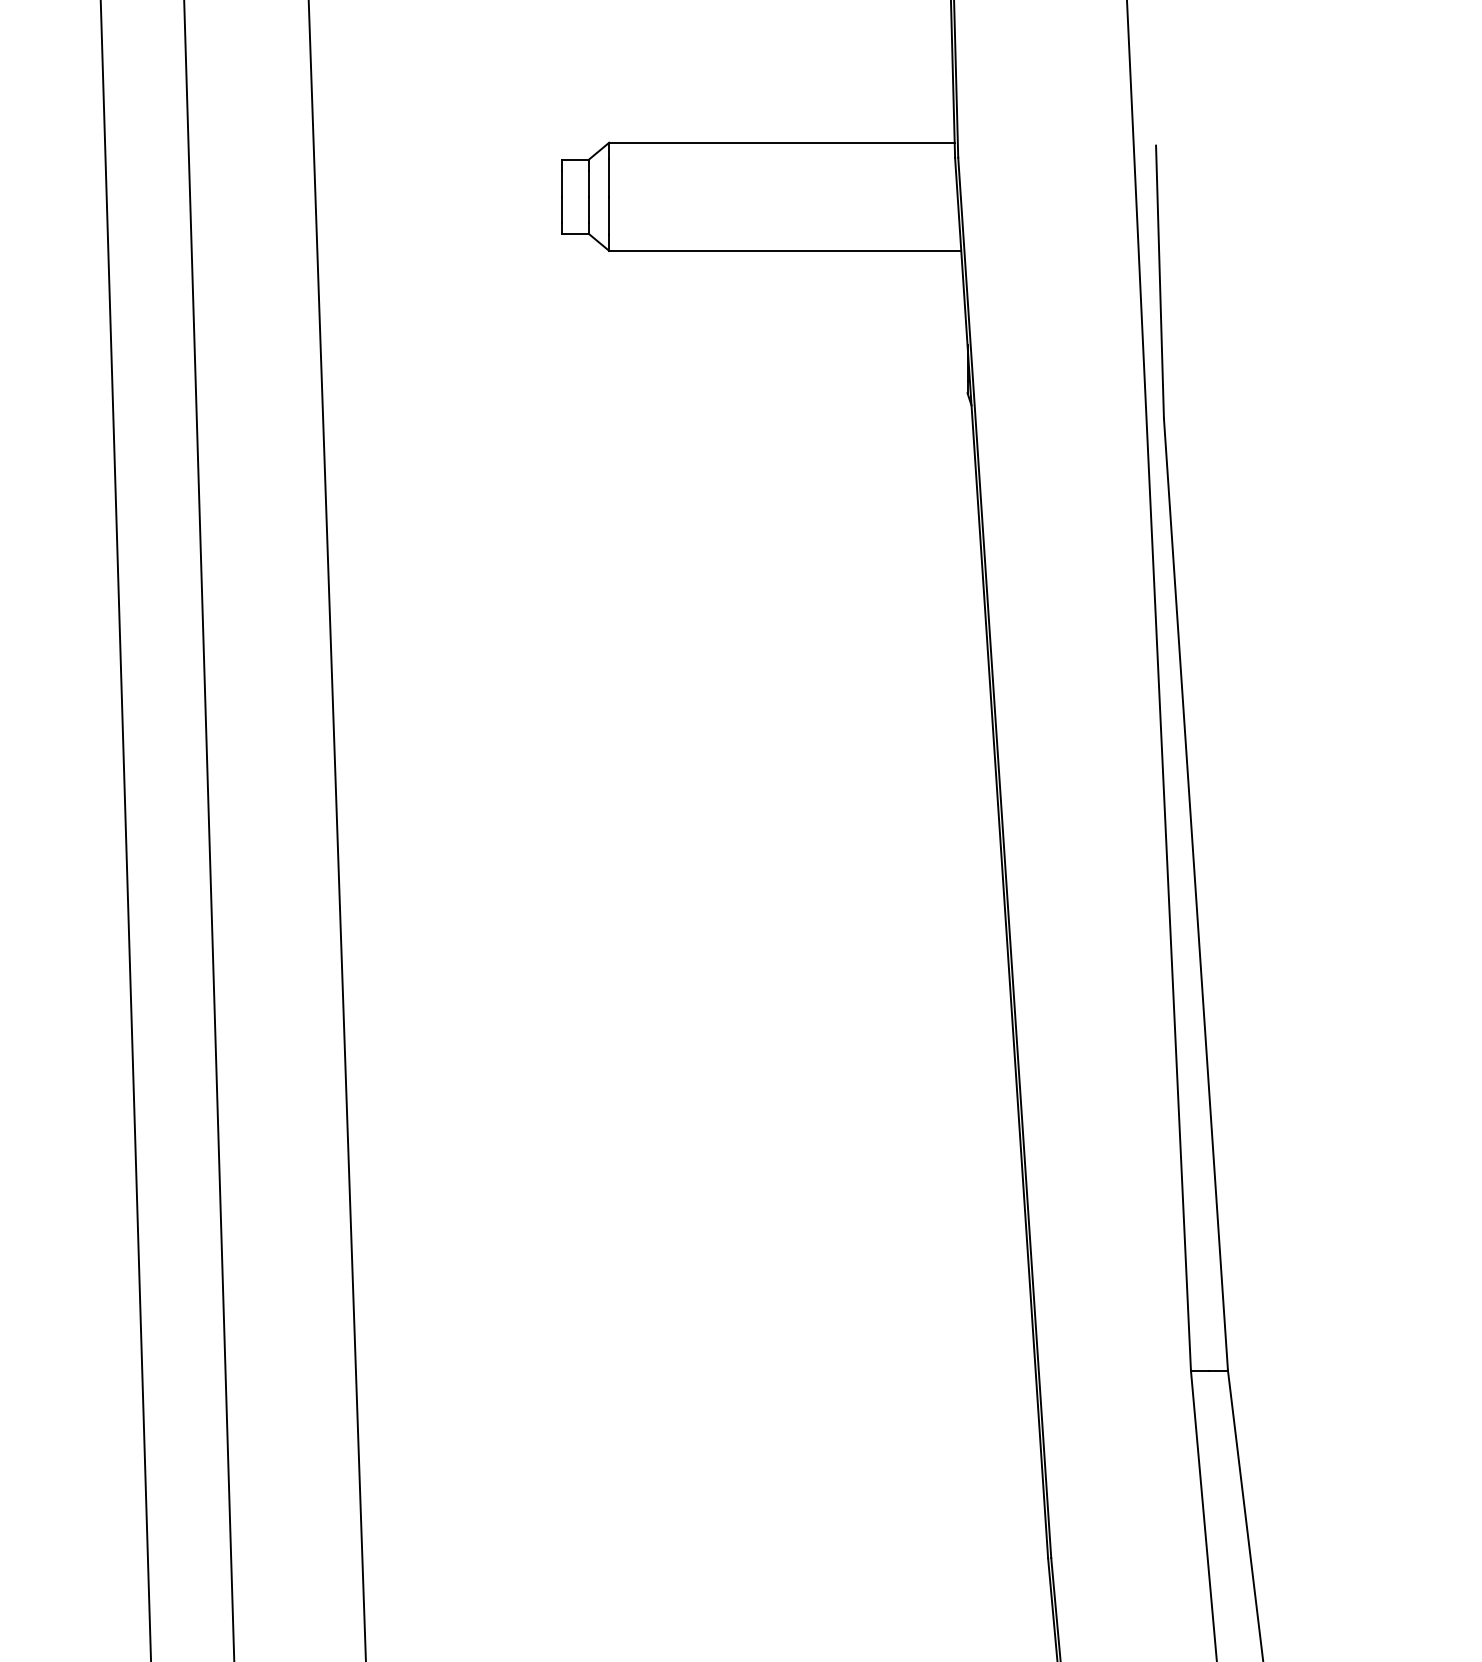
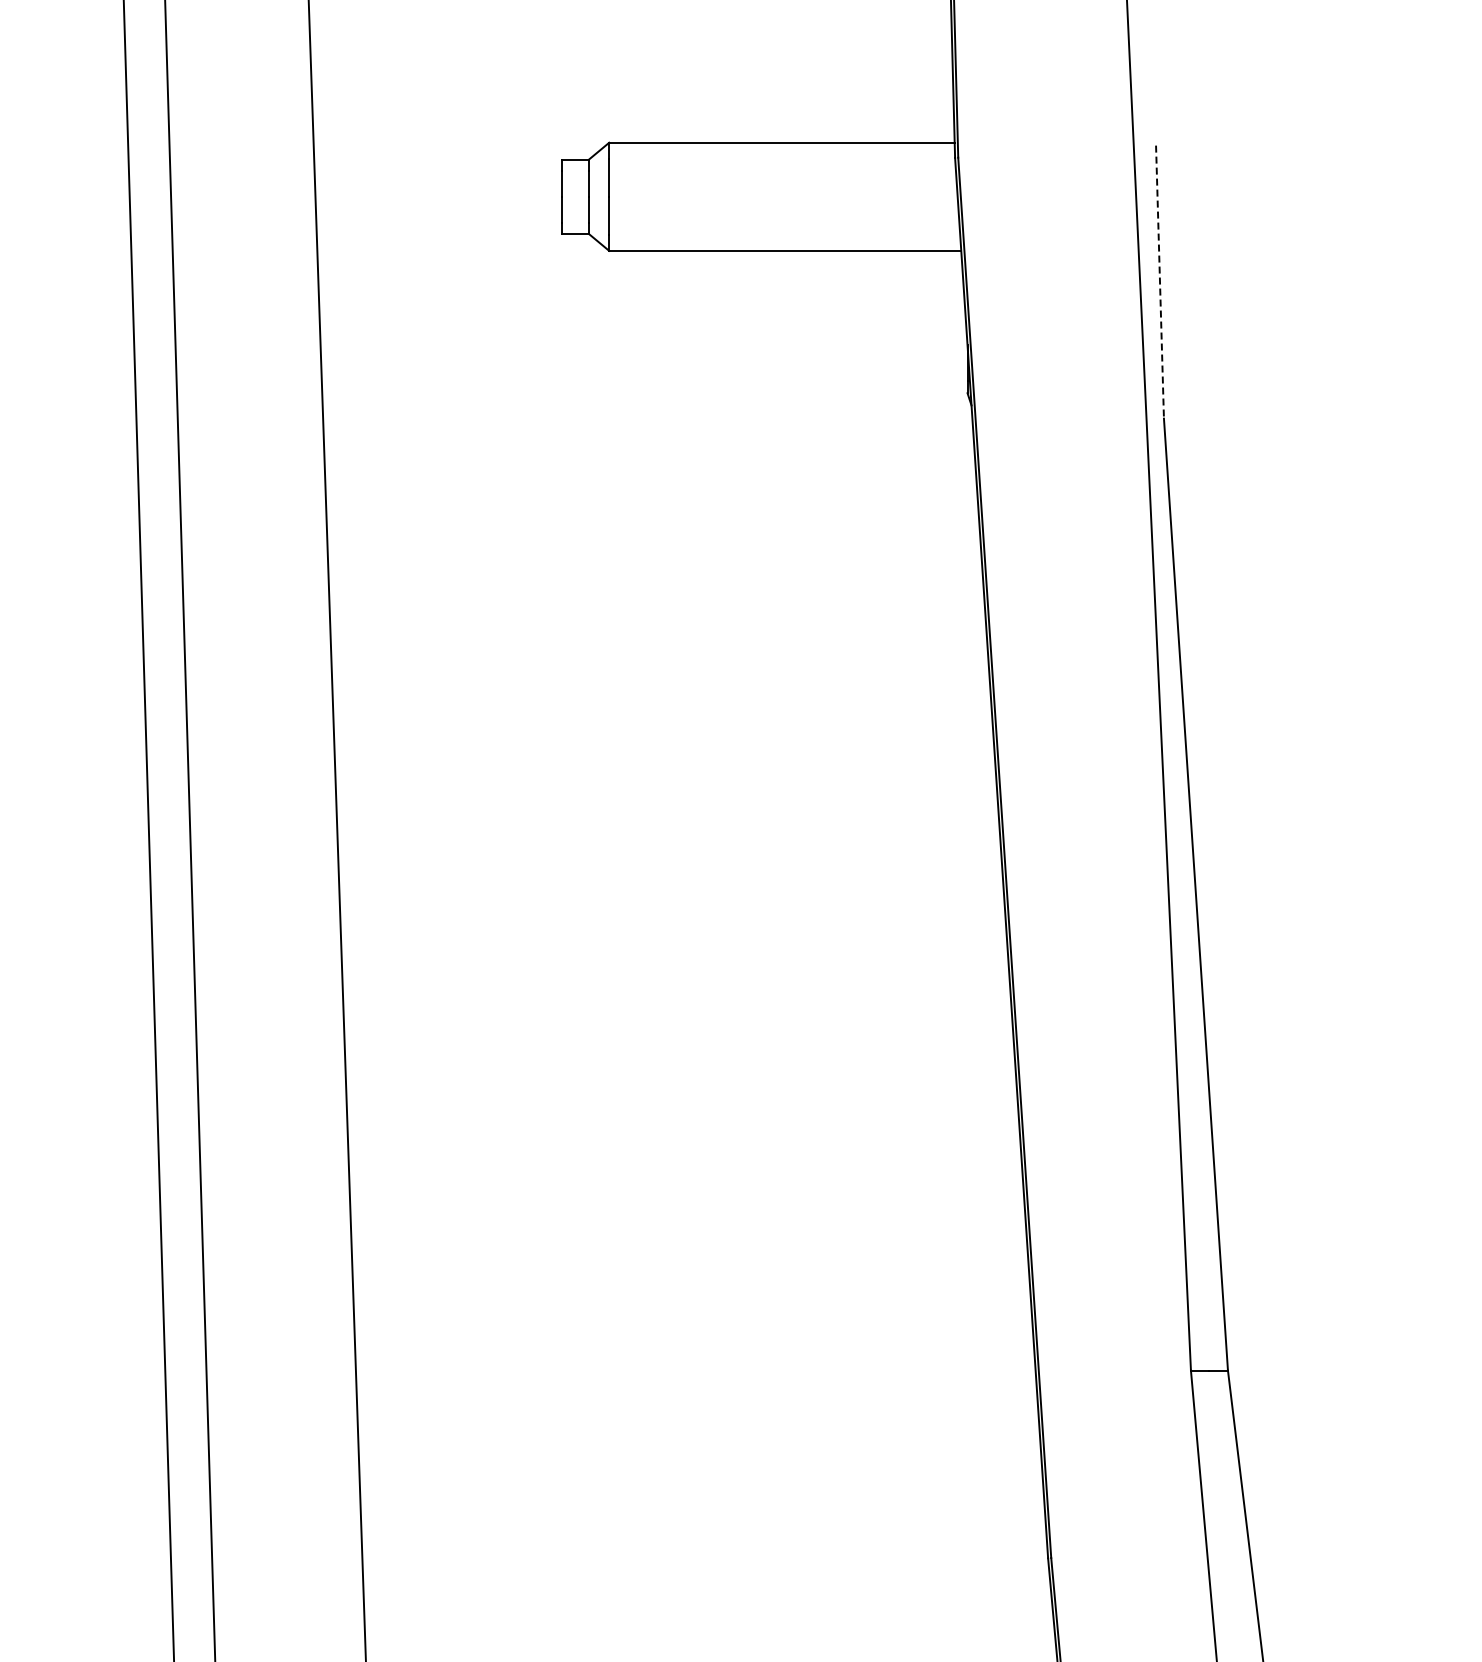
line at (1160, 282): solid -> dashed
line at (125, 830) position: (125, 830) -> (148, 830)
line at (209, 830) position: (209, 830) -> (190, 830)
